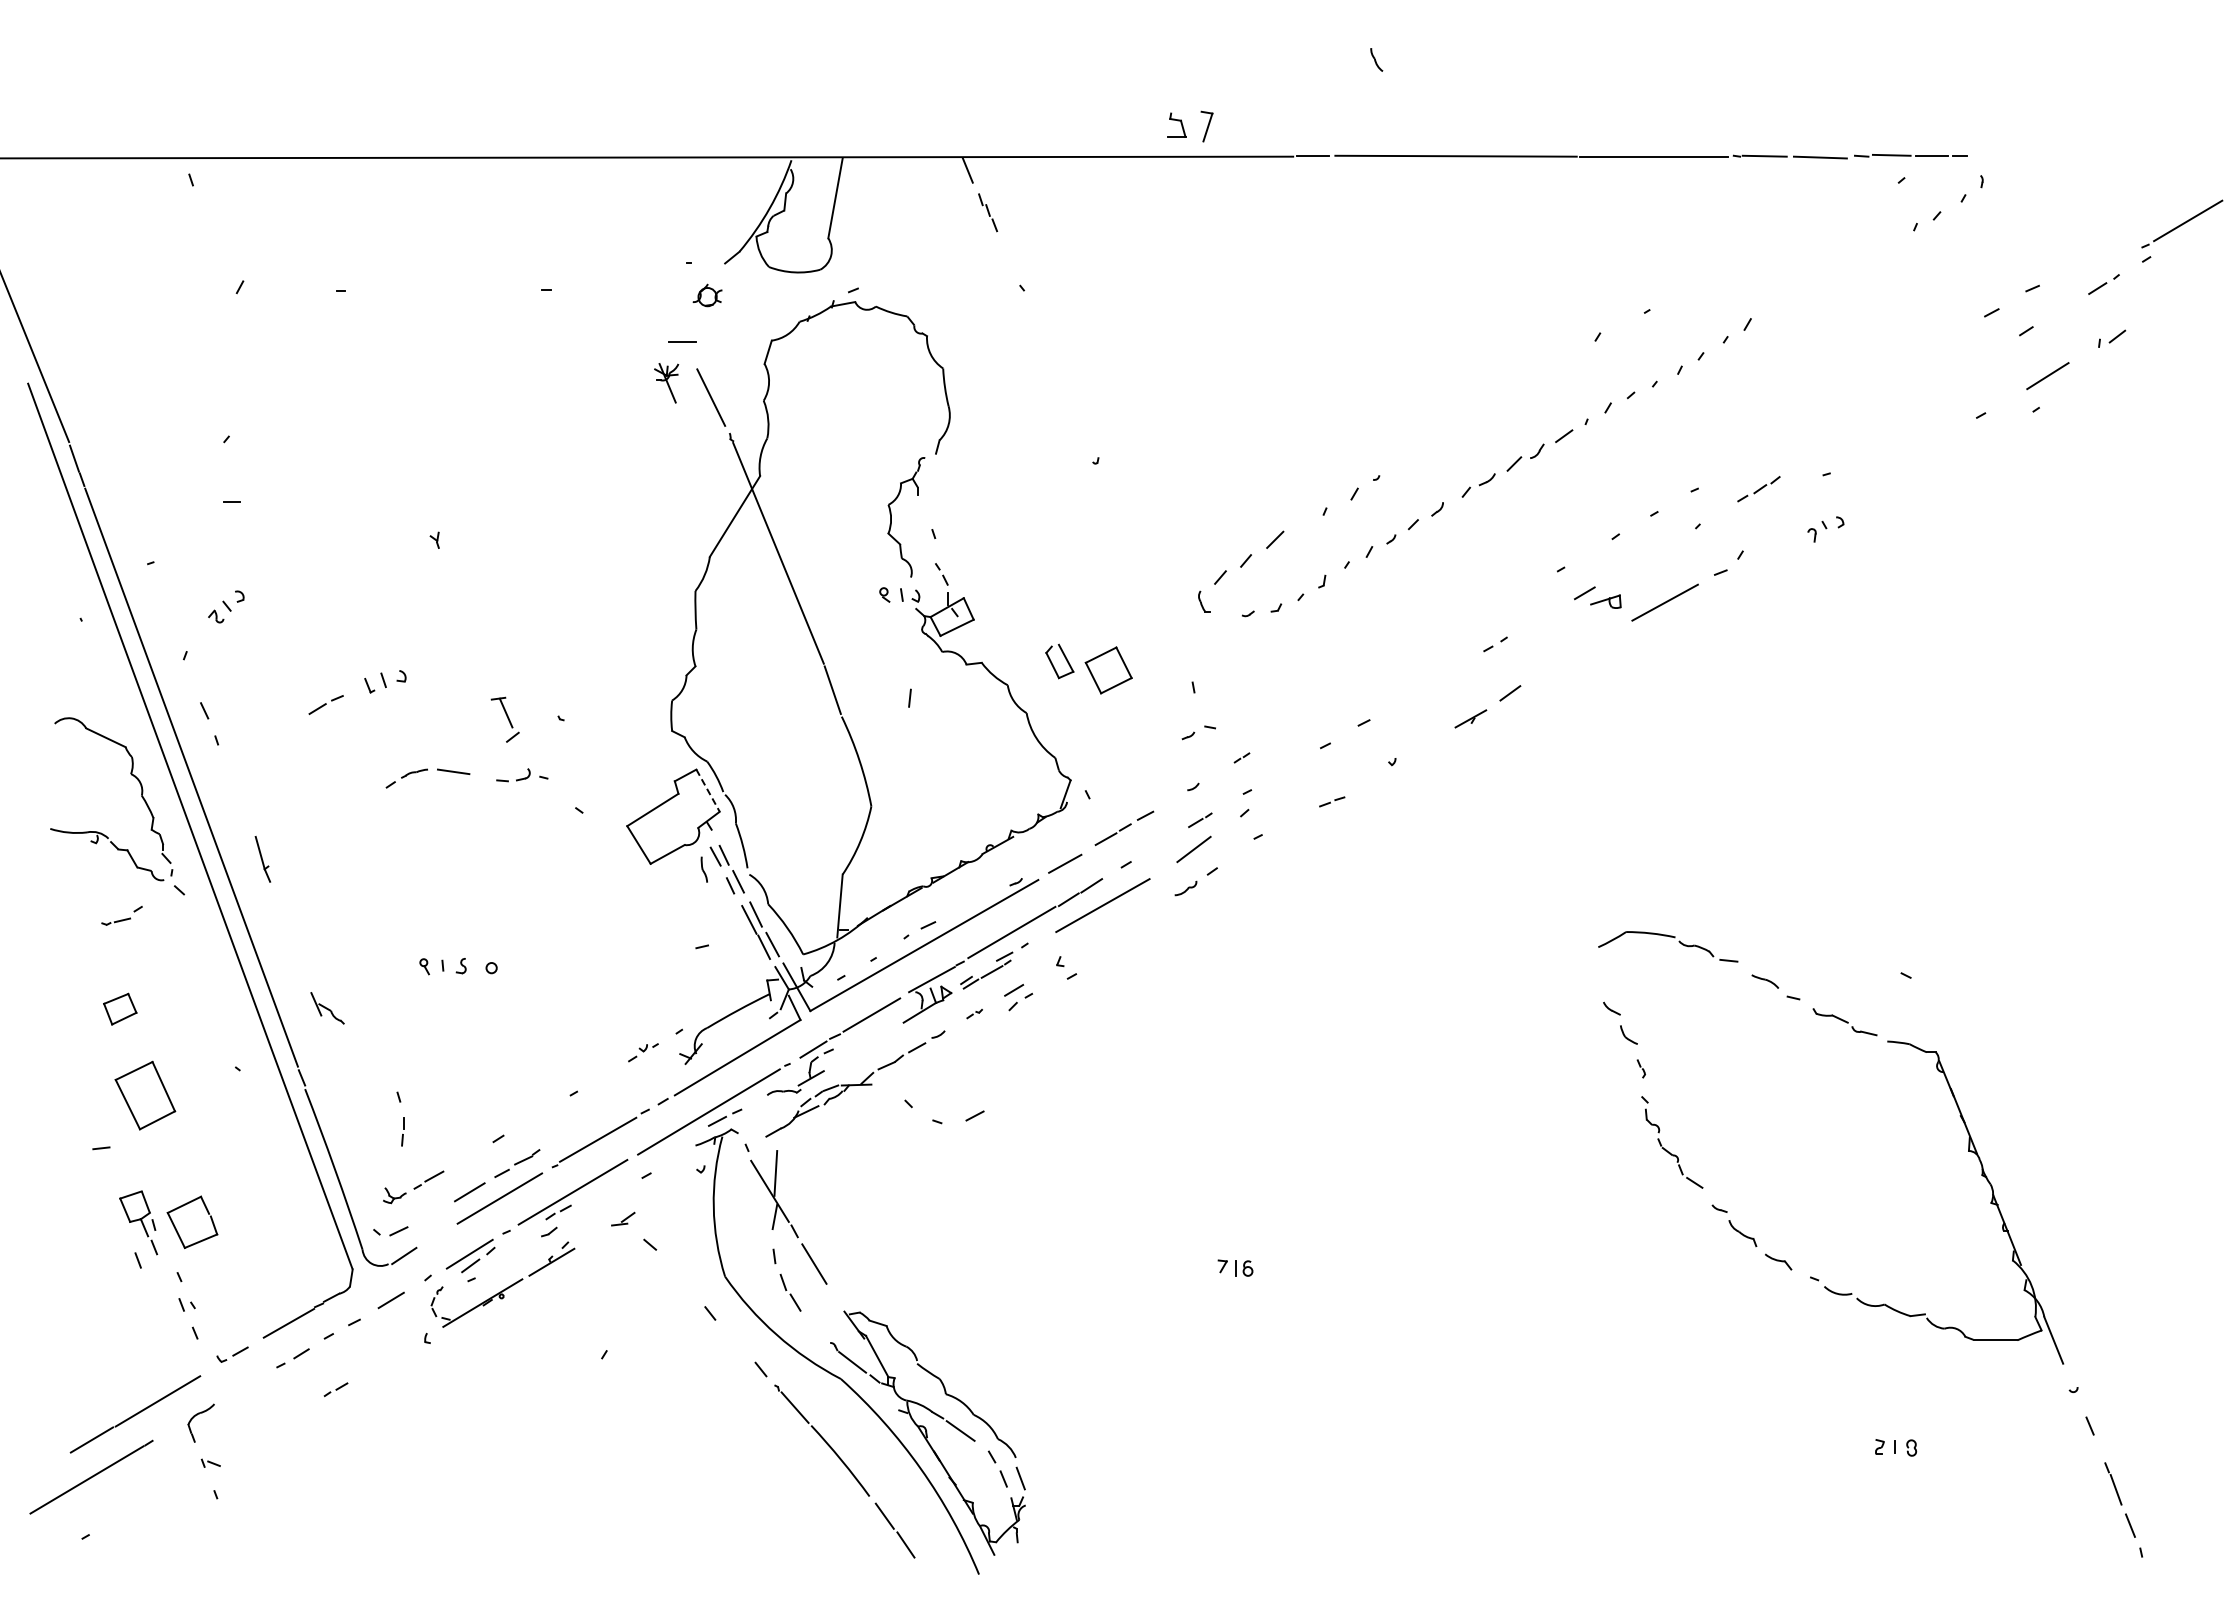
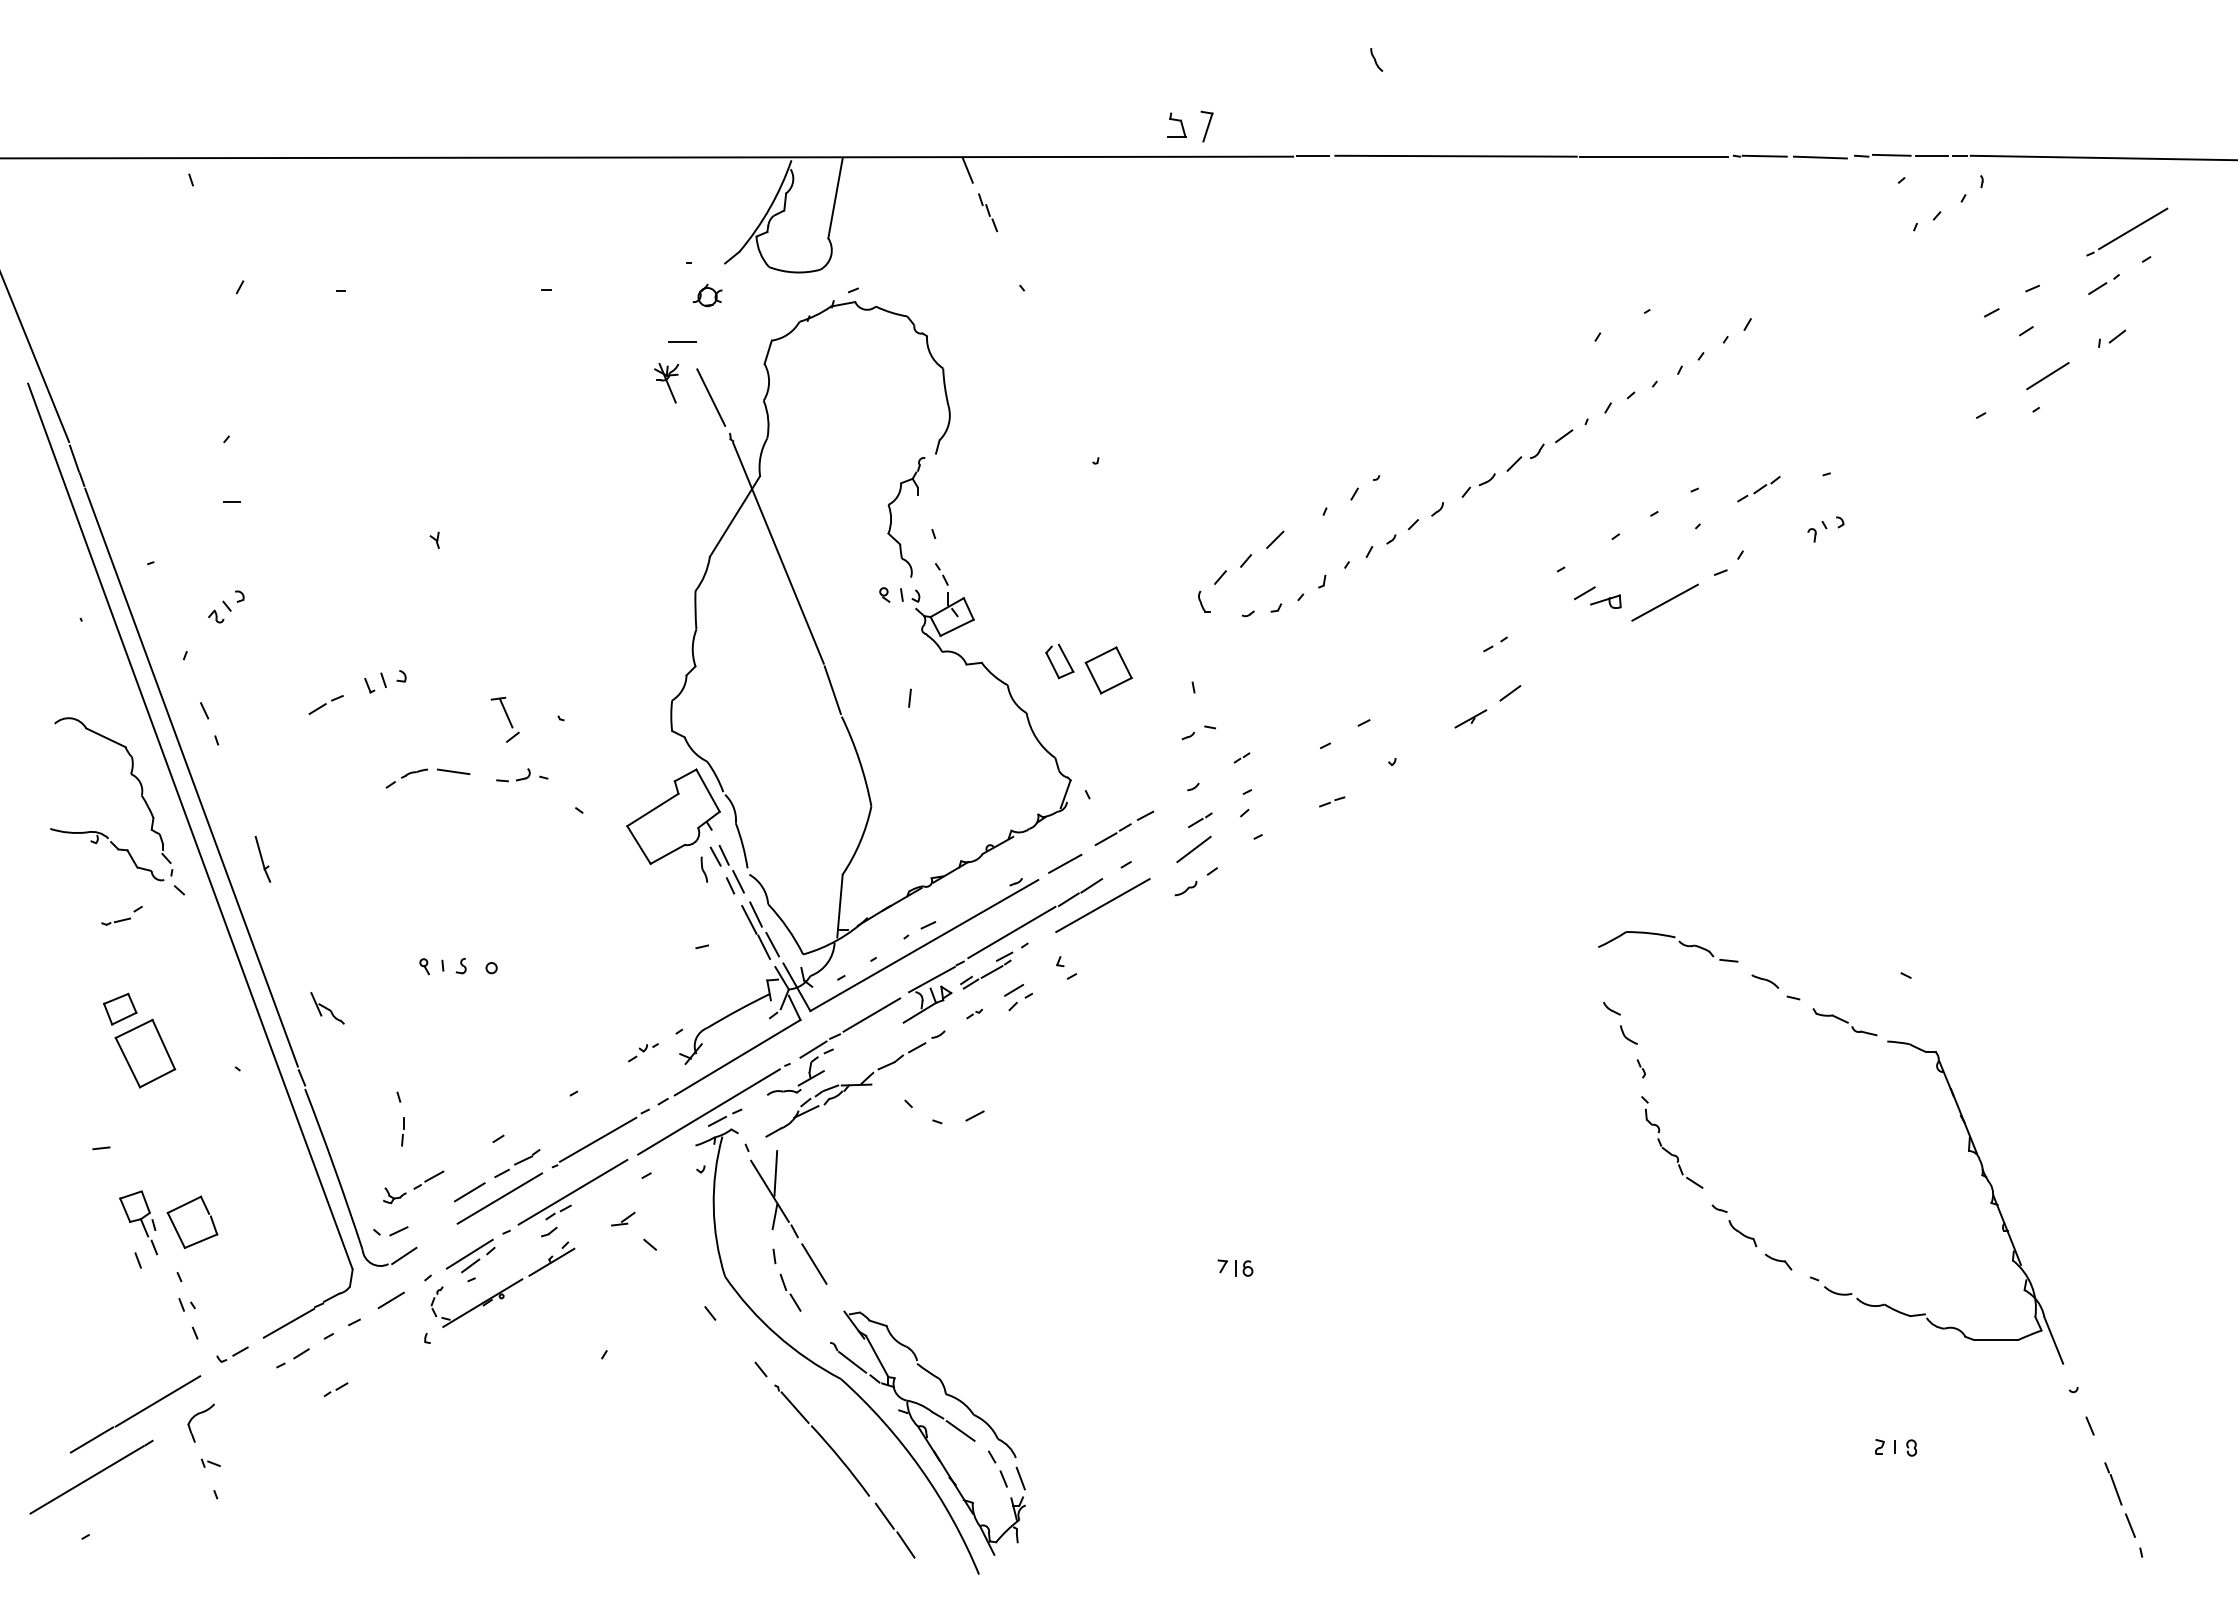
line at (2102, 157): none -> present
line at (2182, 223) position: (2182, 223) -> (2127, 231)
line at (708, 791): dashed -> solid
part at (145, 1095) position: (145, 1095) -> (145, 1053)
